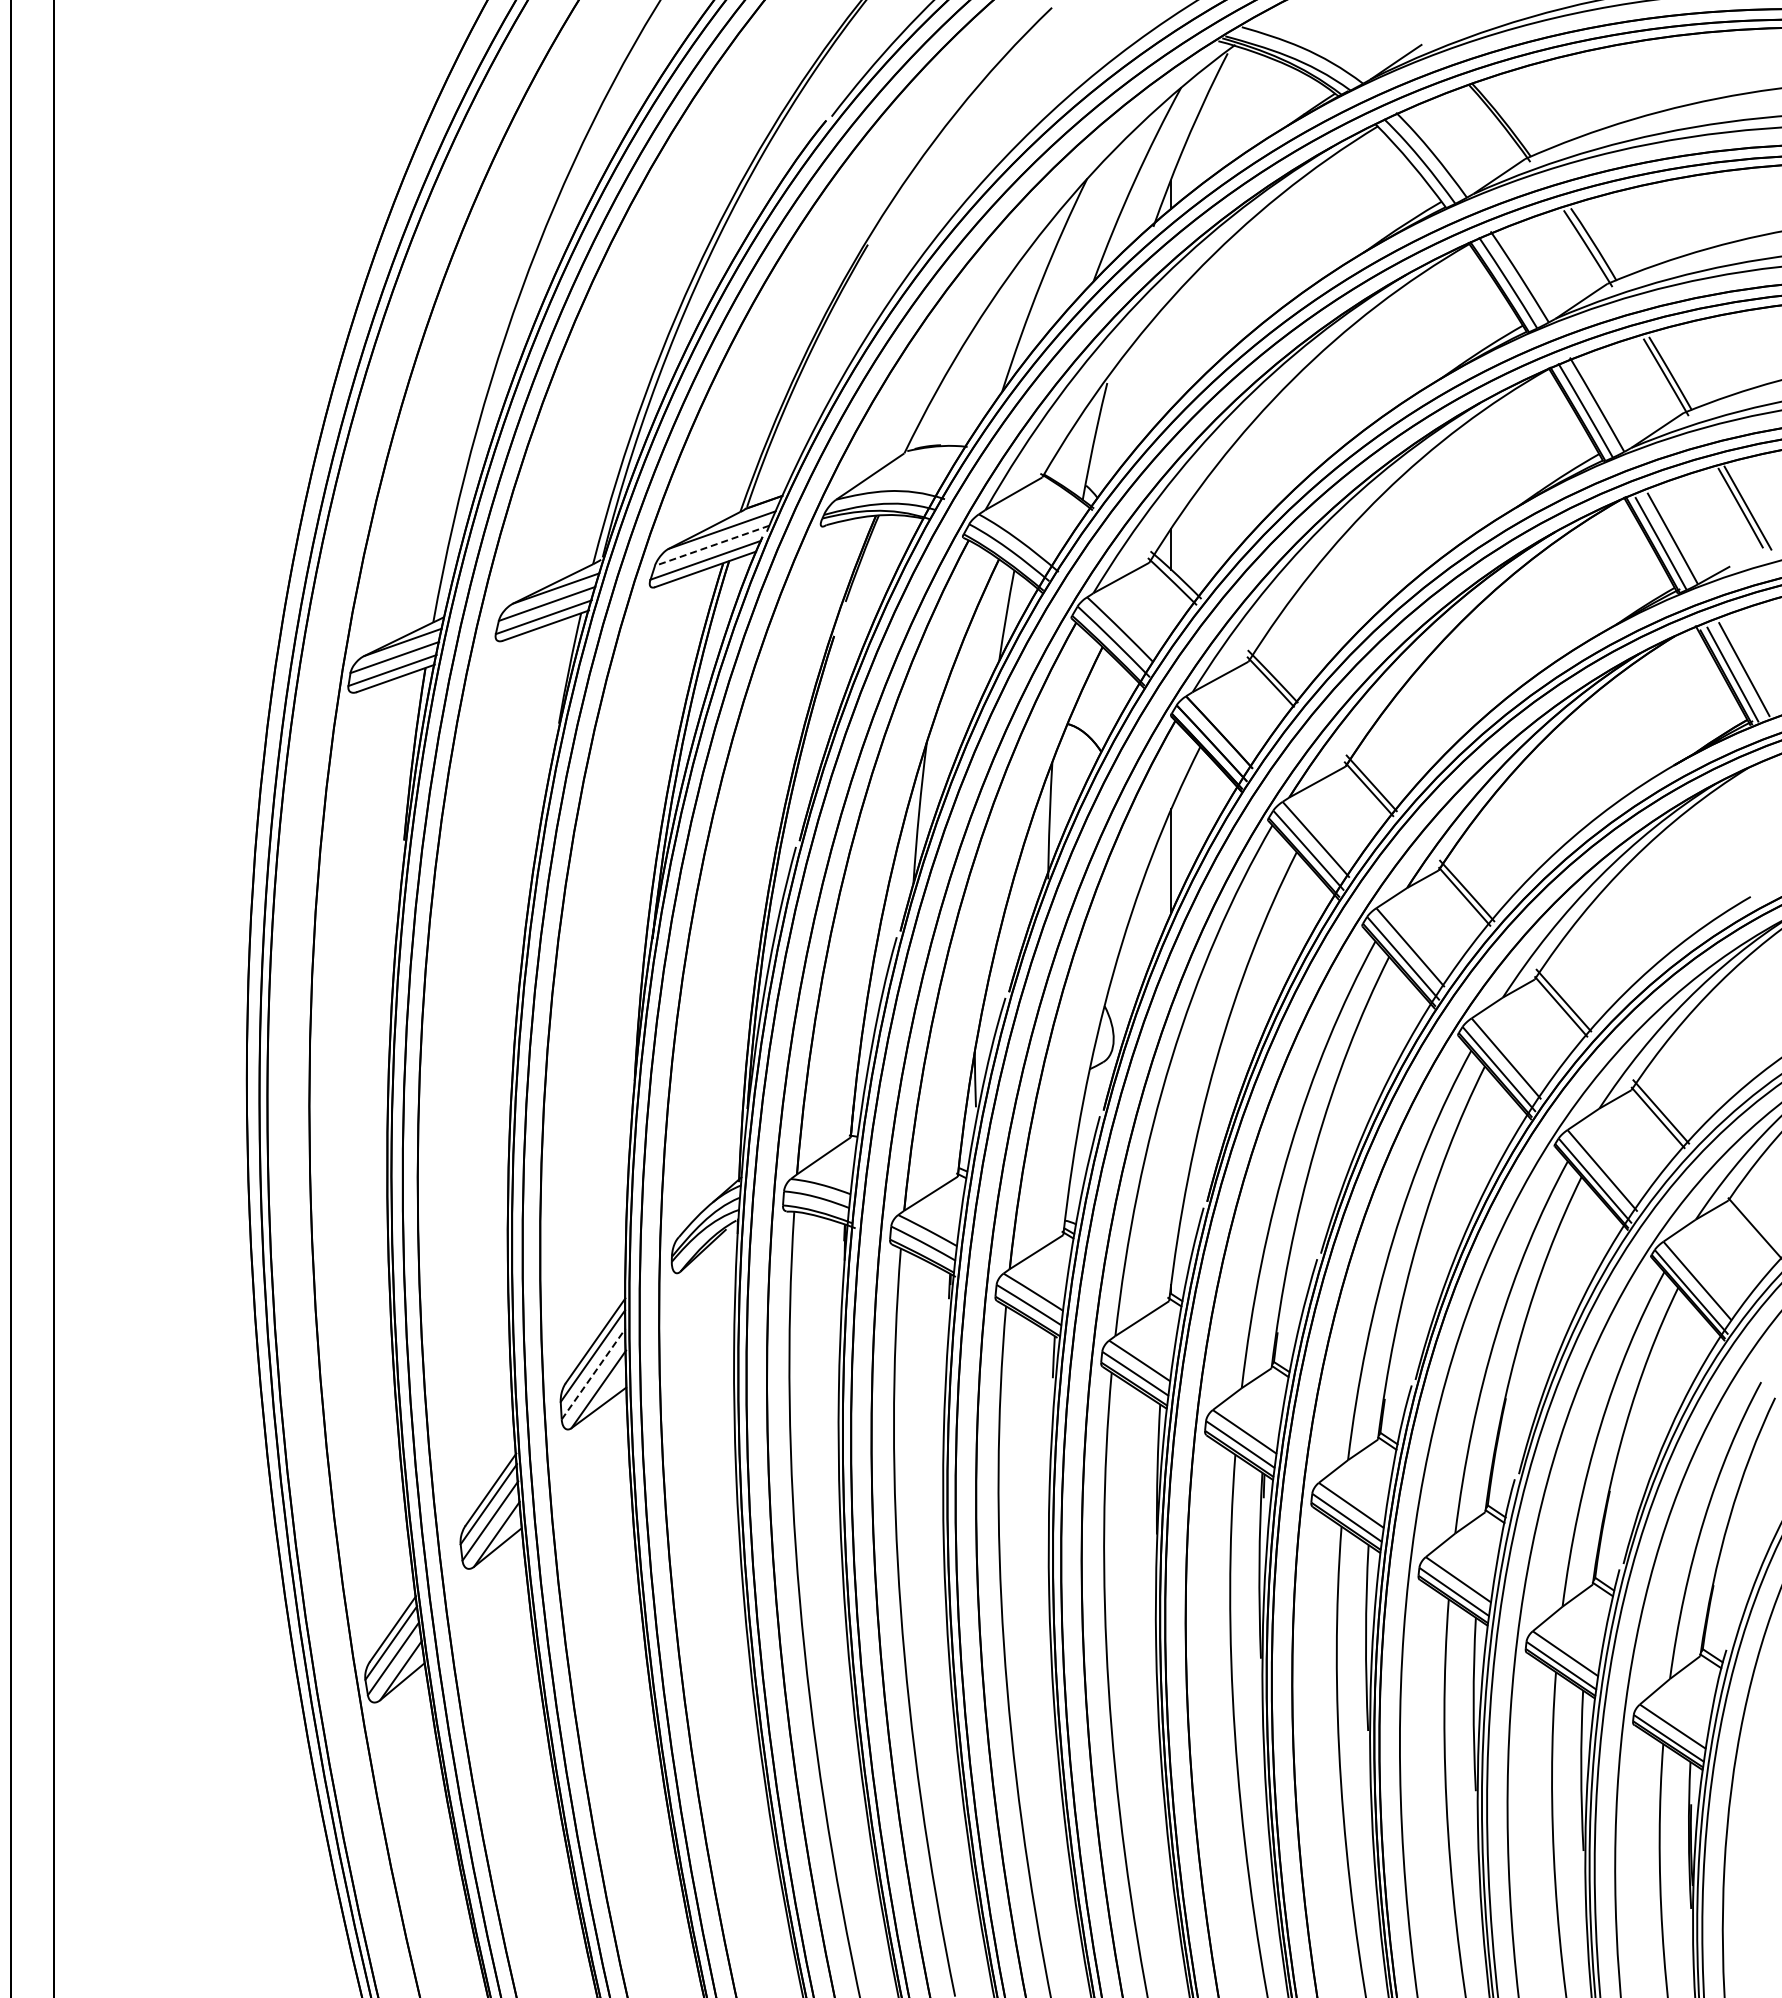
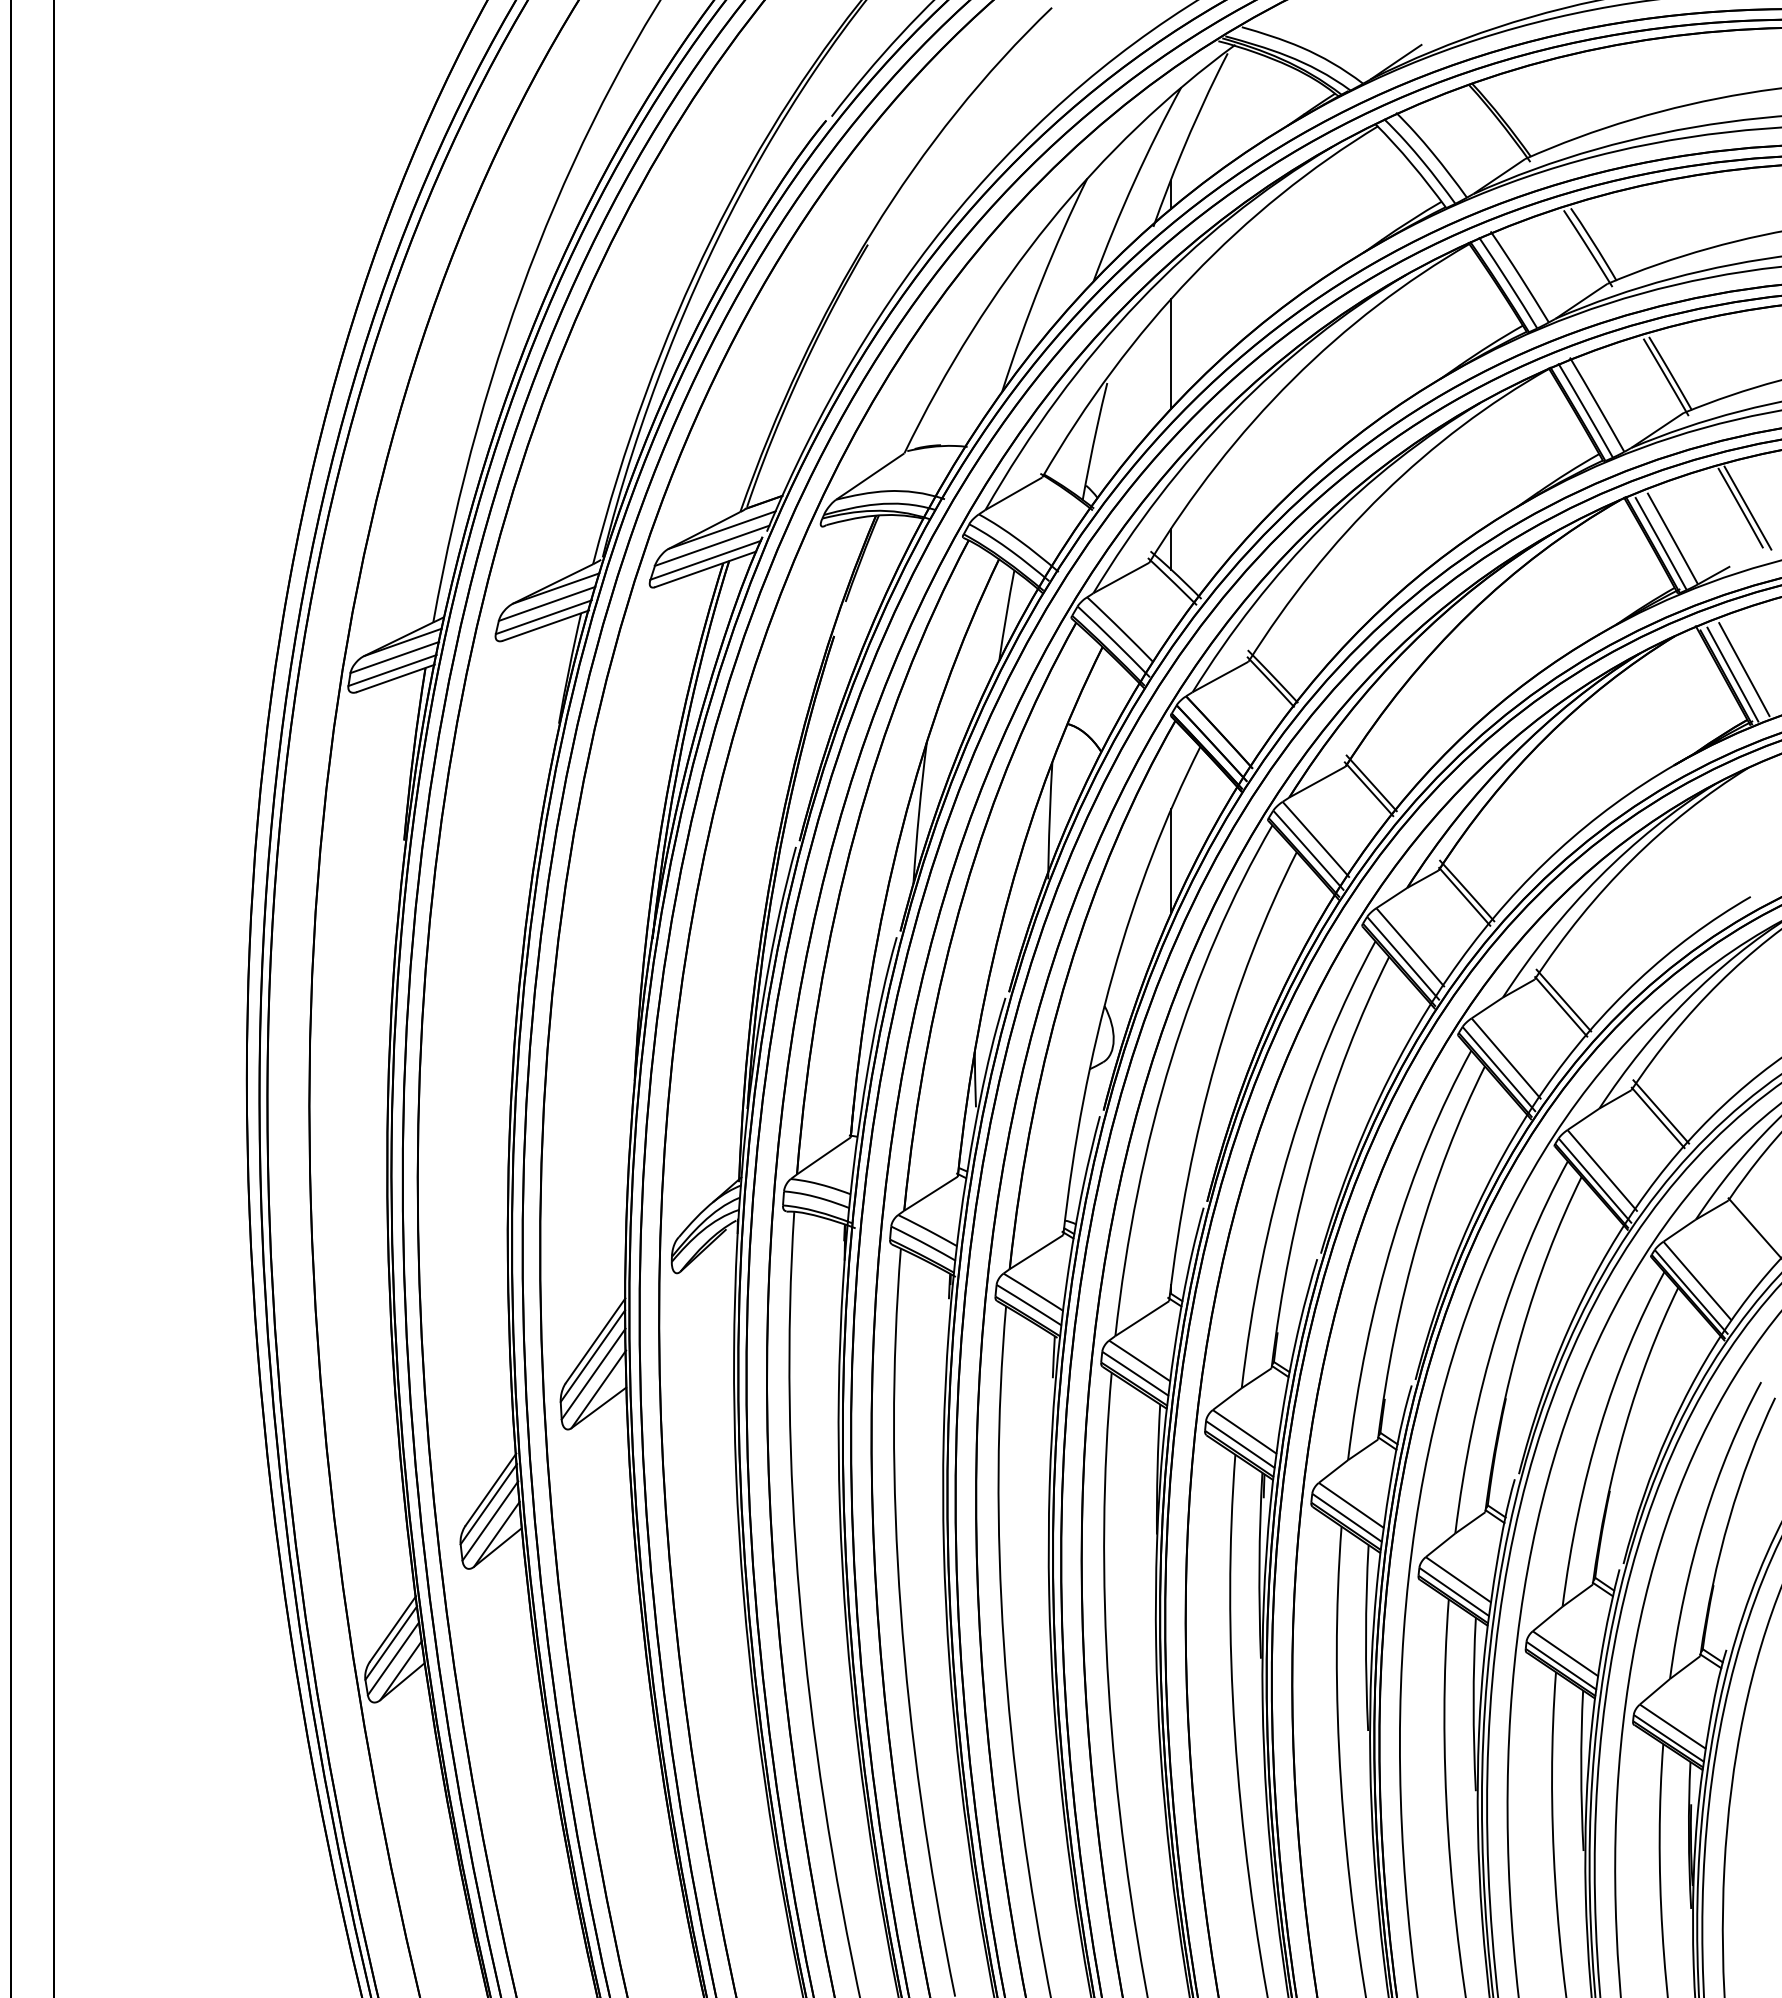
line at (1171, 353): none -> present
line at (712, 545): dashed -> solid
line at (593, 1373): dashed -> solid
